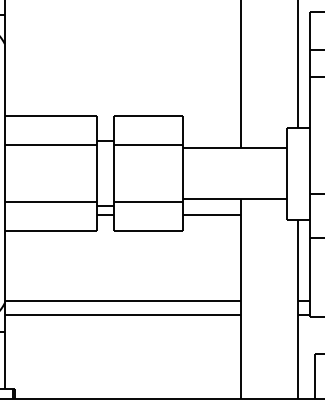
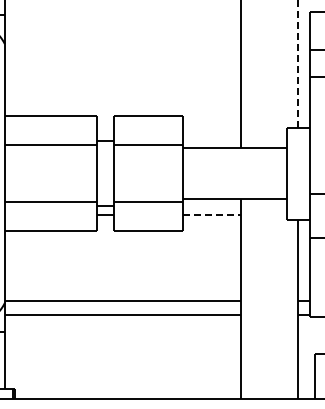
line at (298, 64): solid -> dashed
line at (212, 214): solid -> dashed
